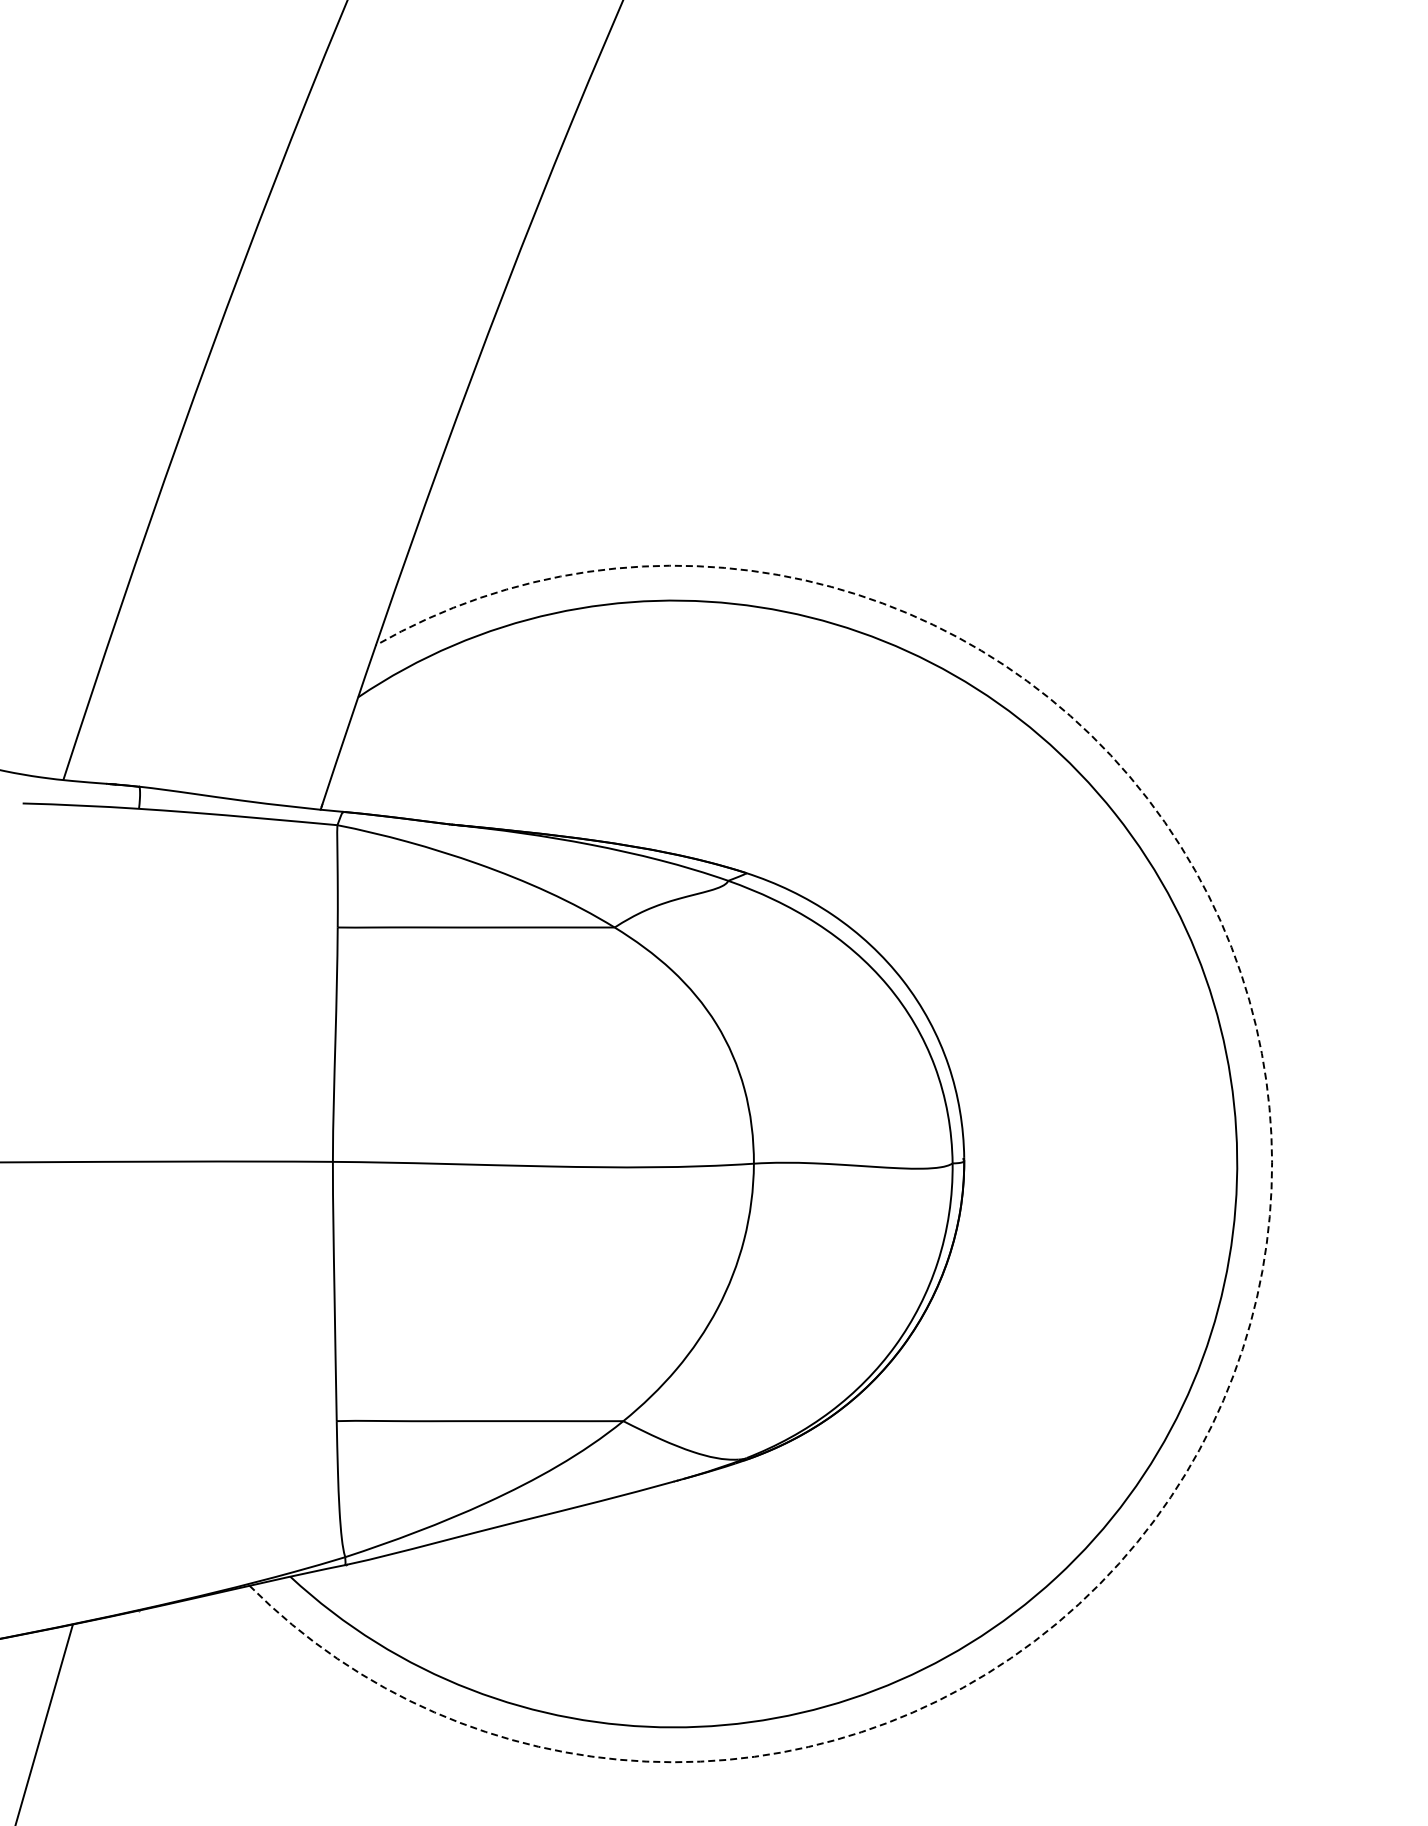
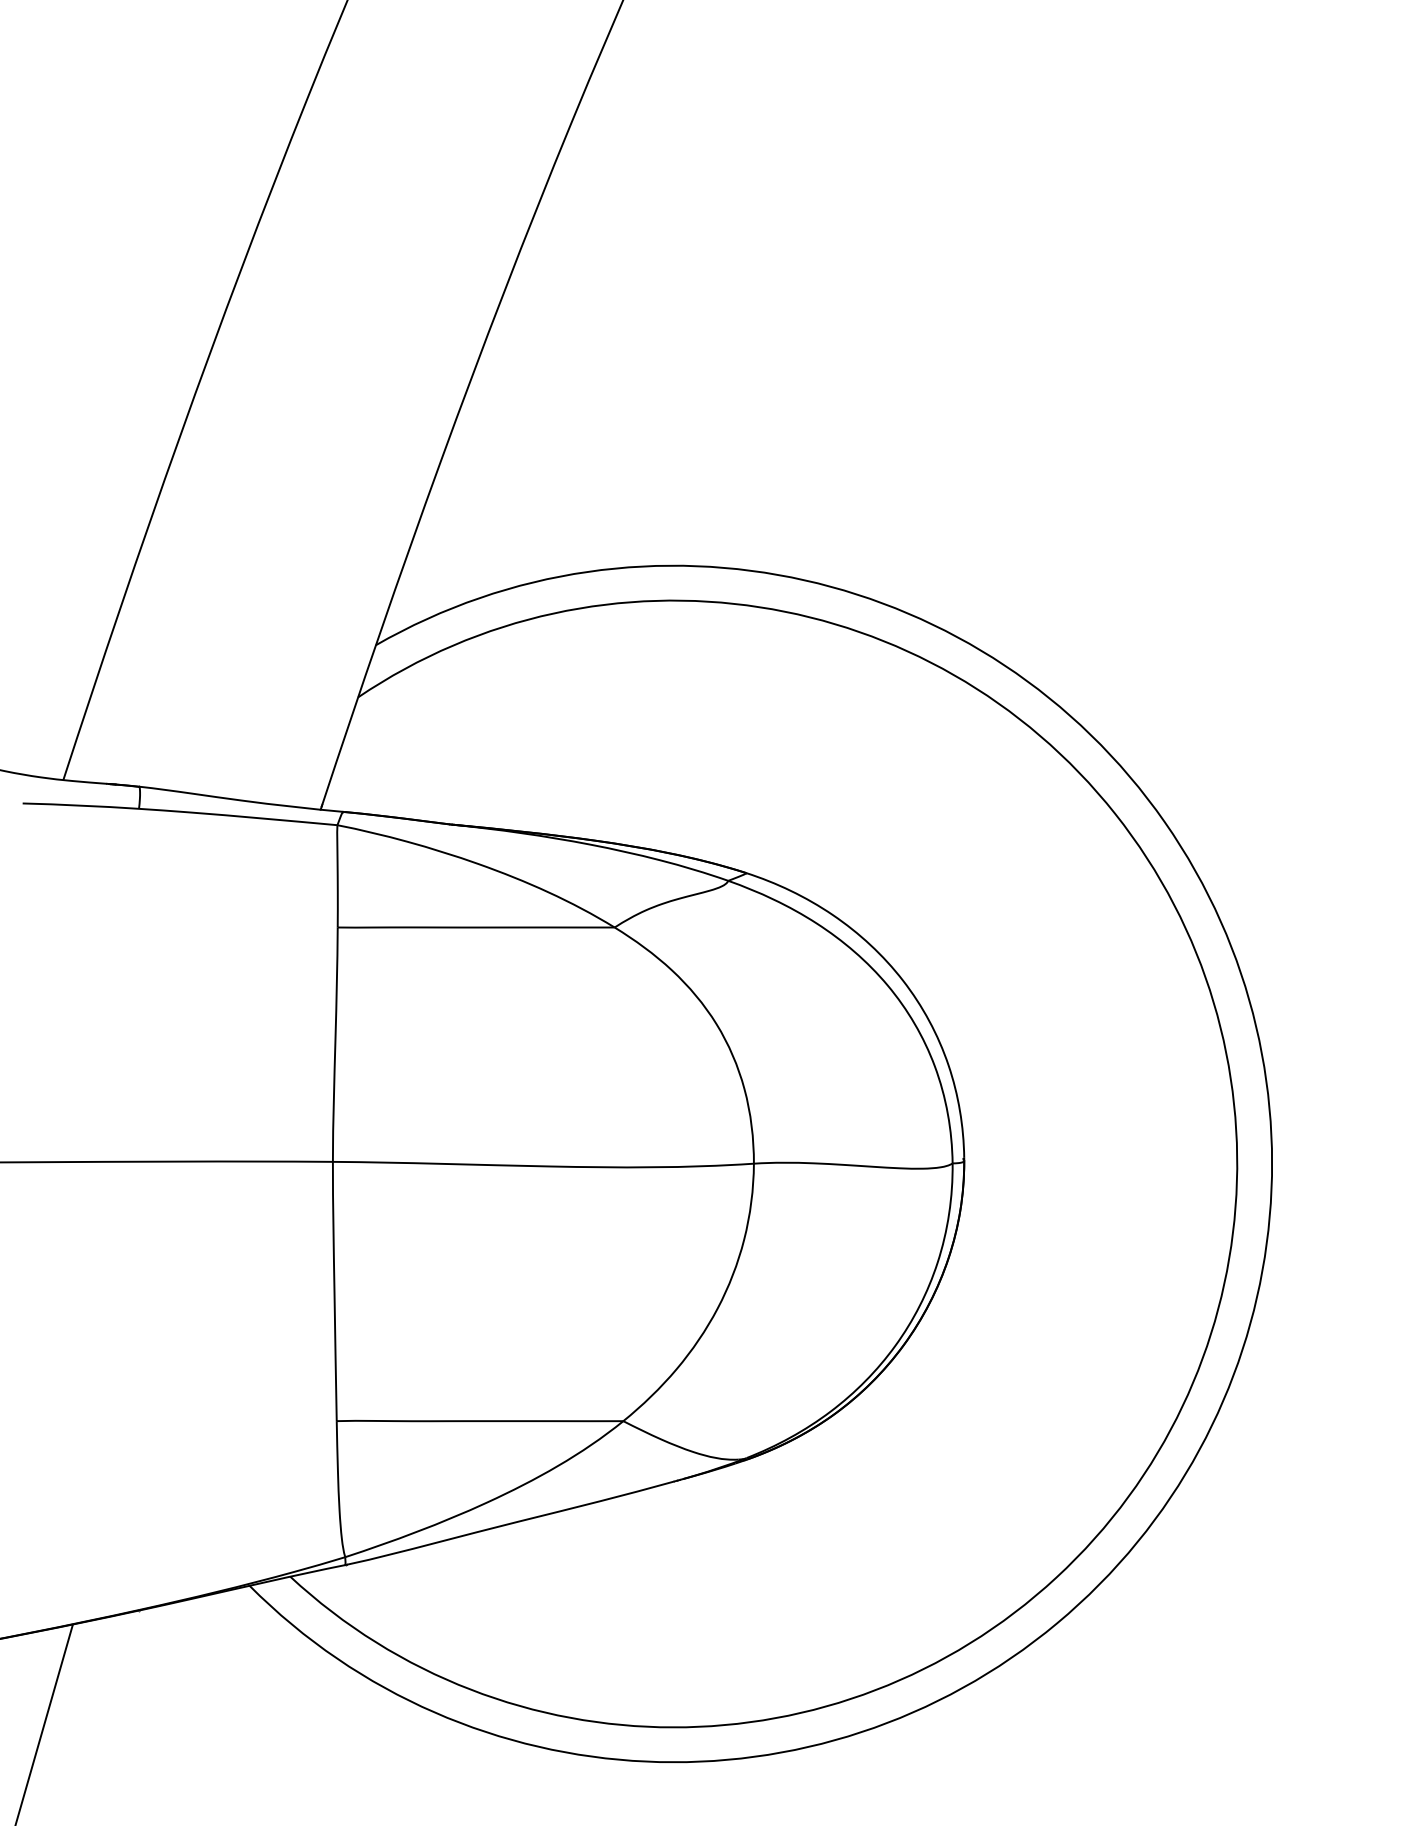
arc at (1266, 1243): dashed -> solid
